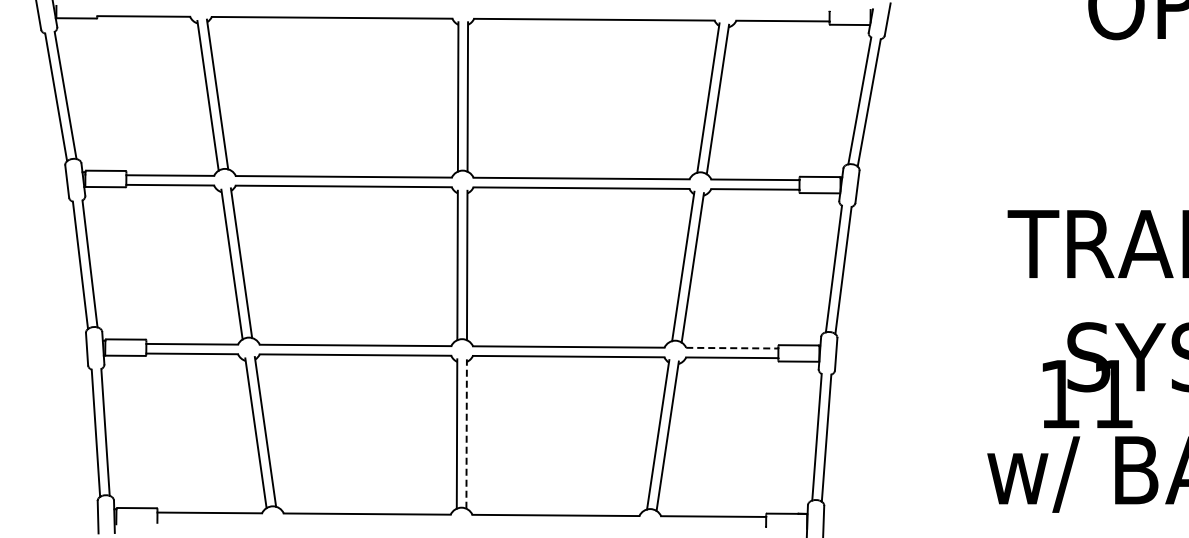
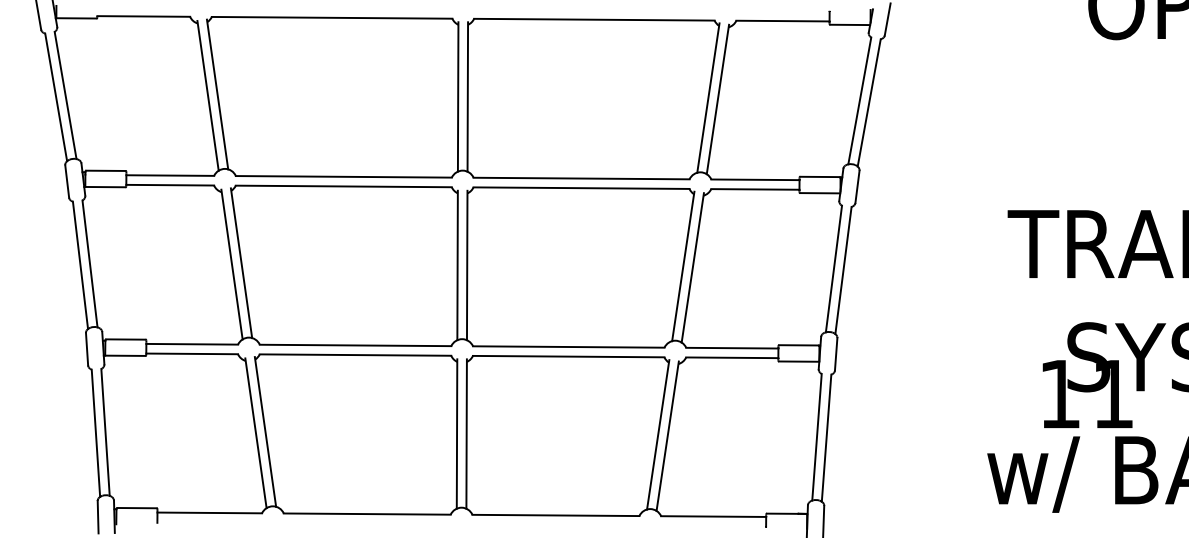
line at (732, 348): dashed -> solid
line at (466, 434): dashed -> solid
